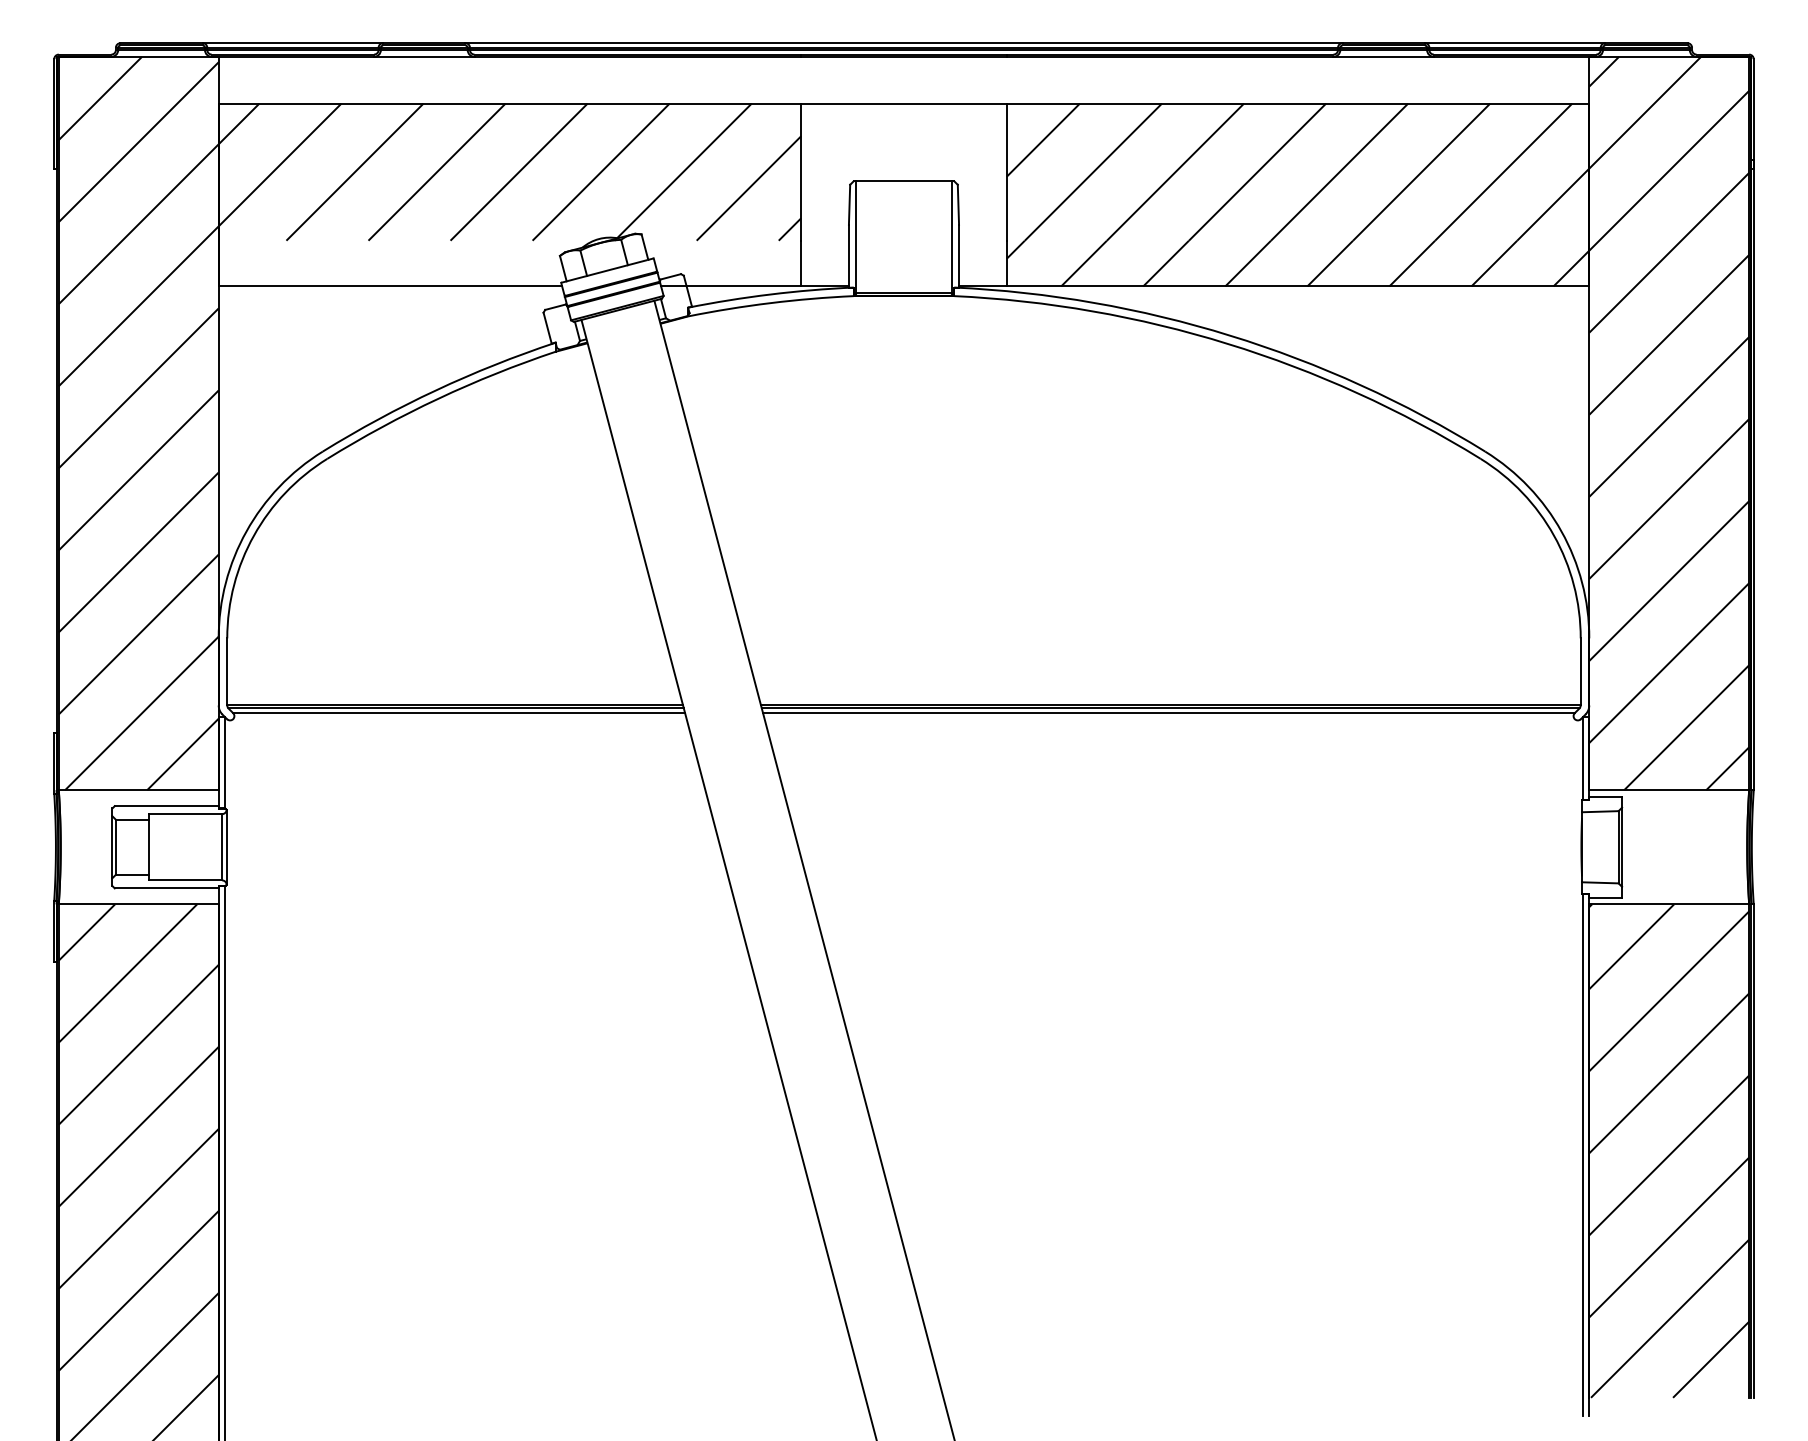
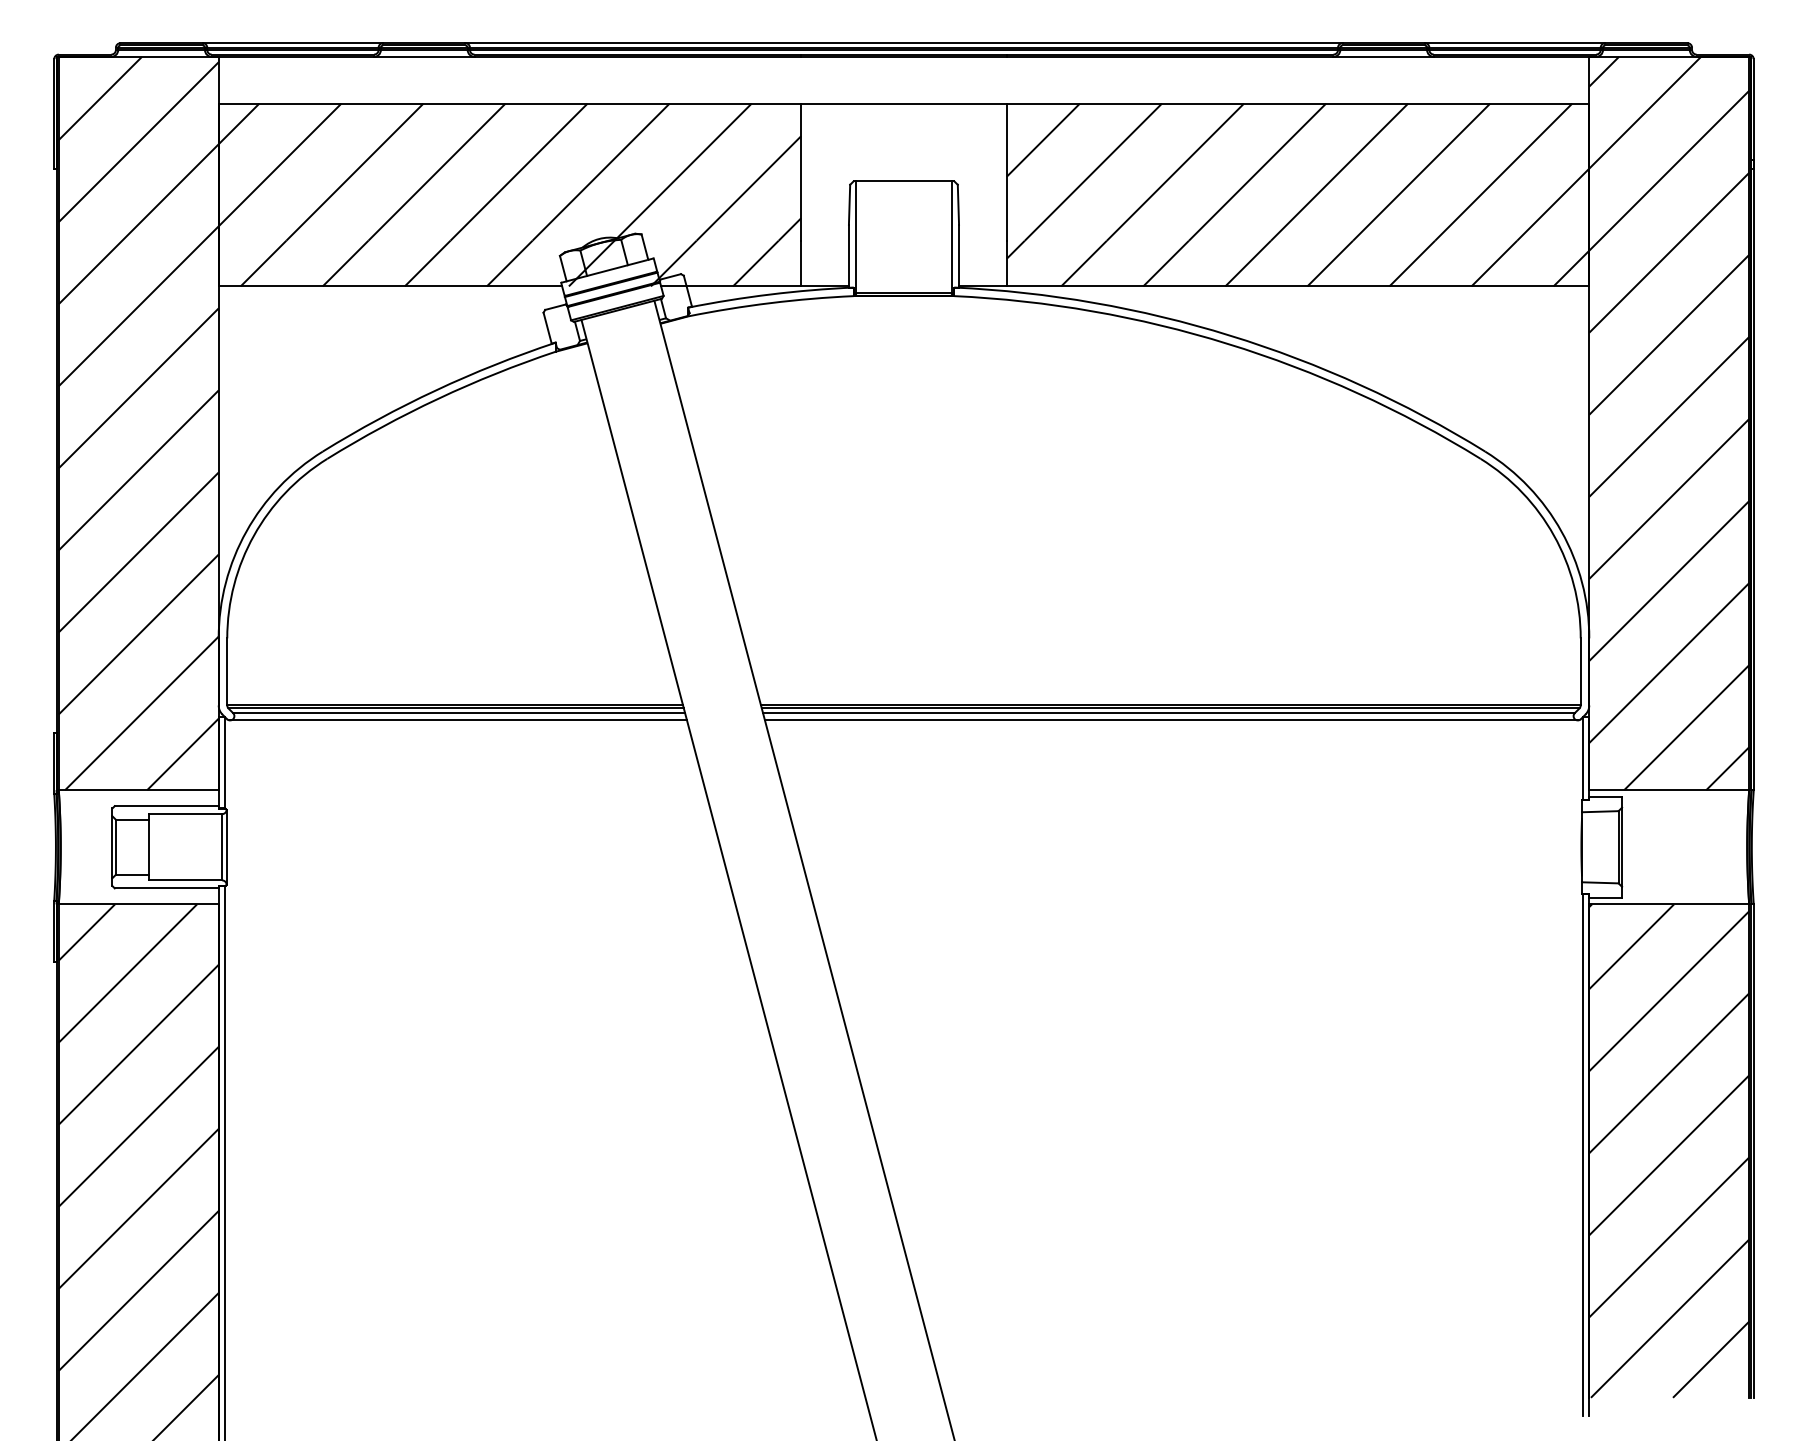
hatch at (509, 263): none -> present
line at (458, 720): none -> present
line at (1170, 720): none -> present
